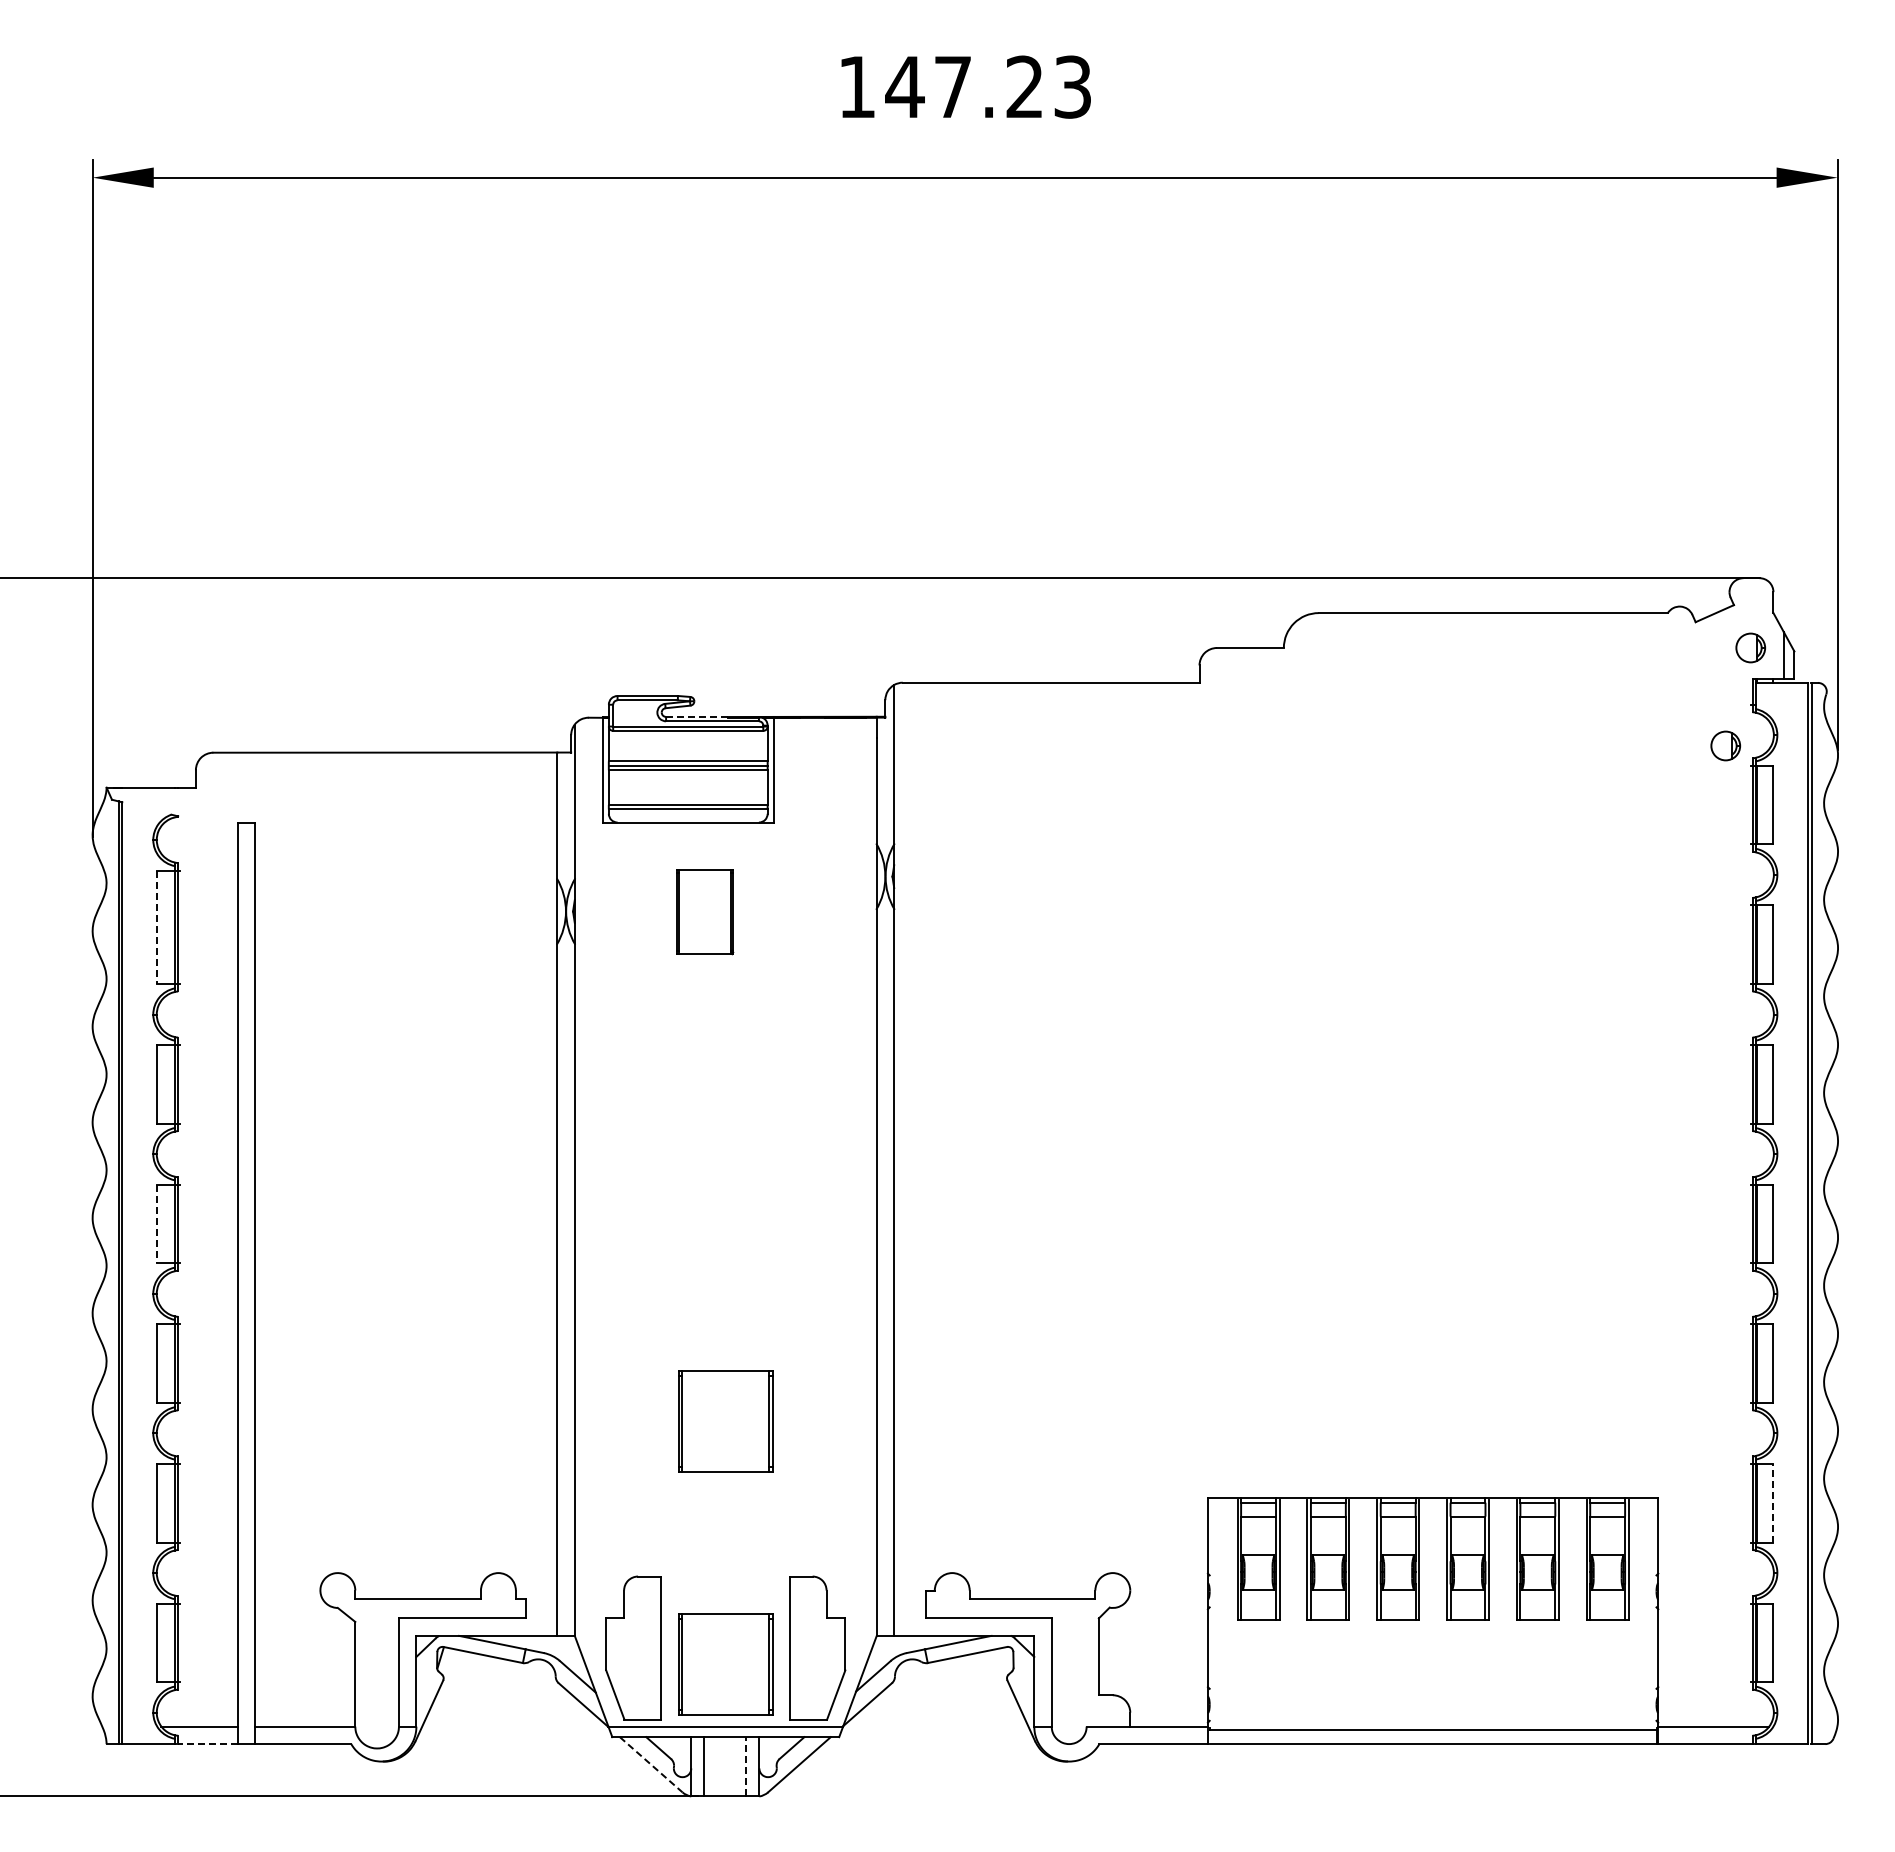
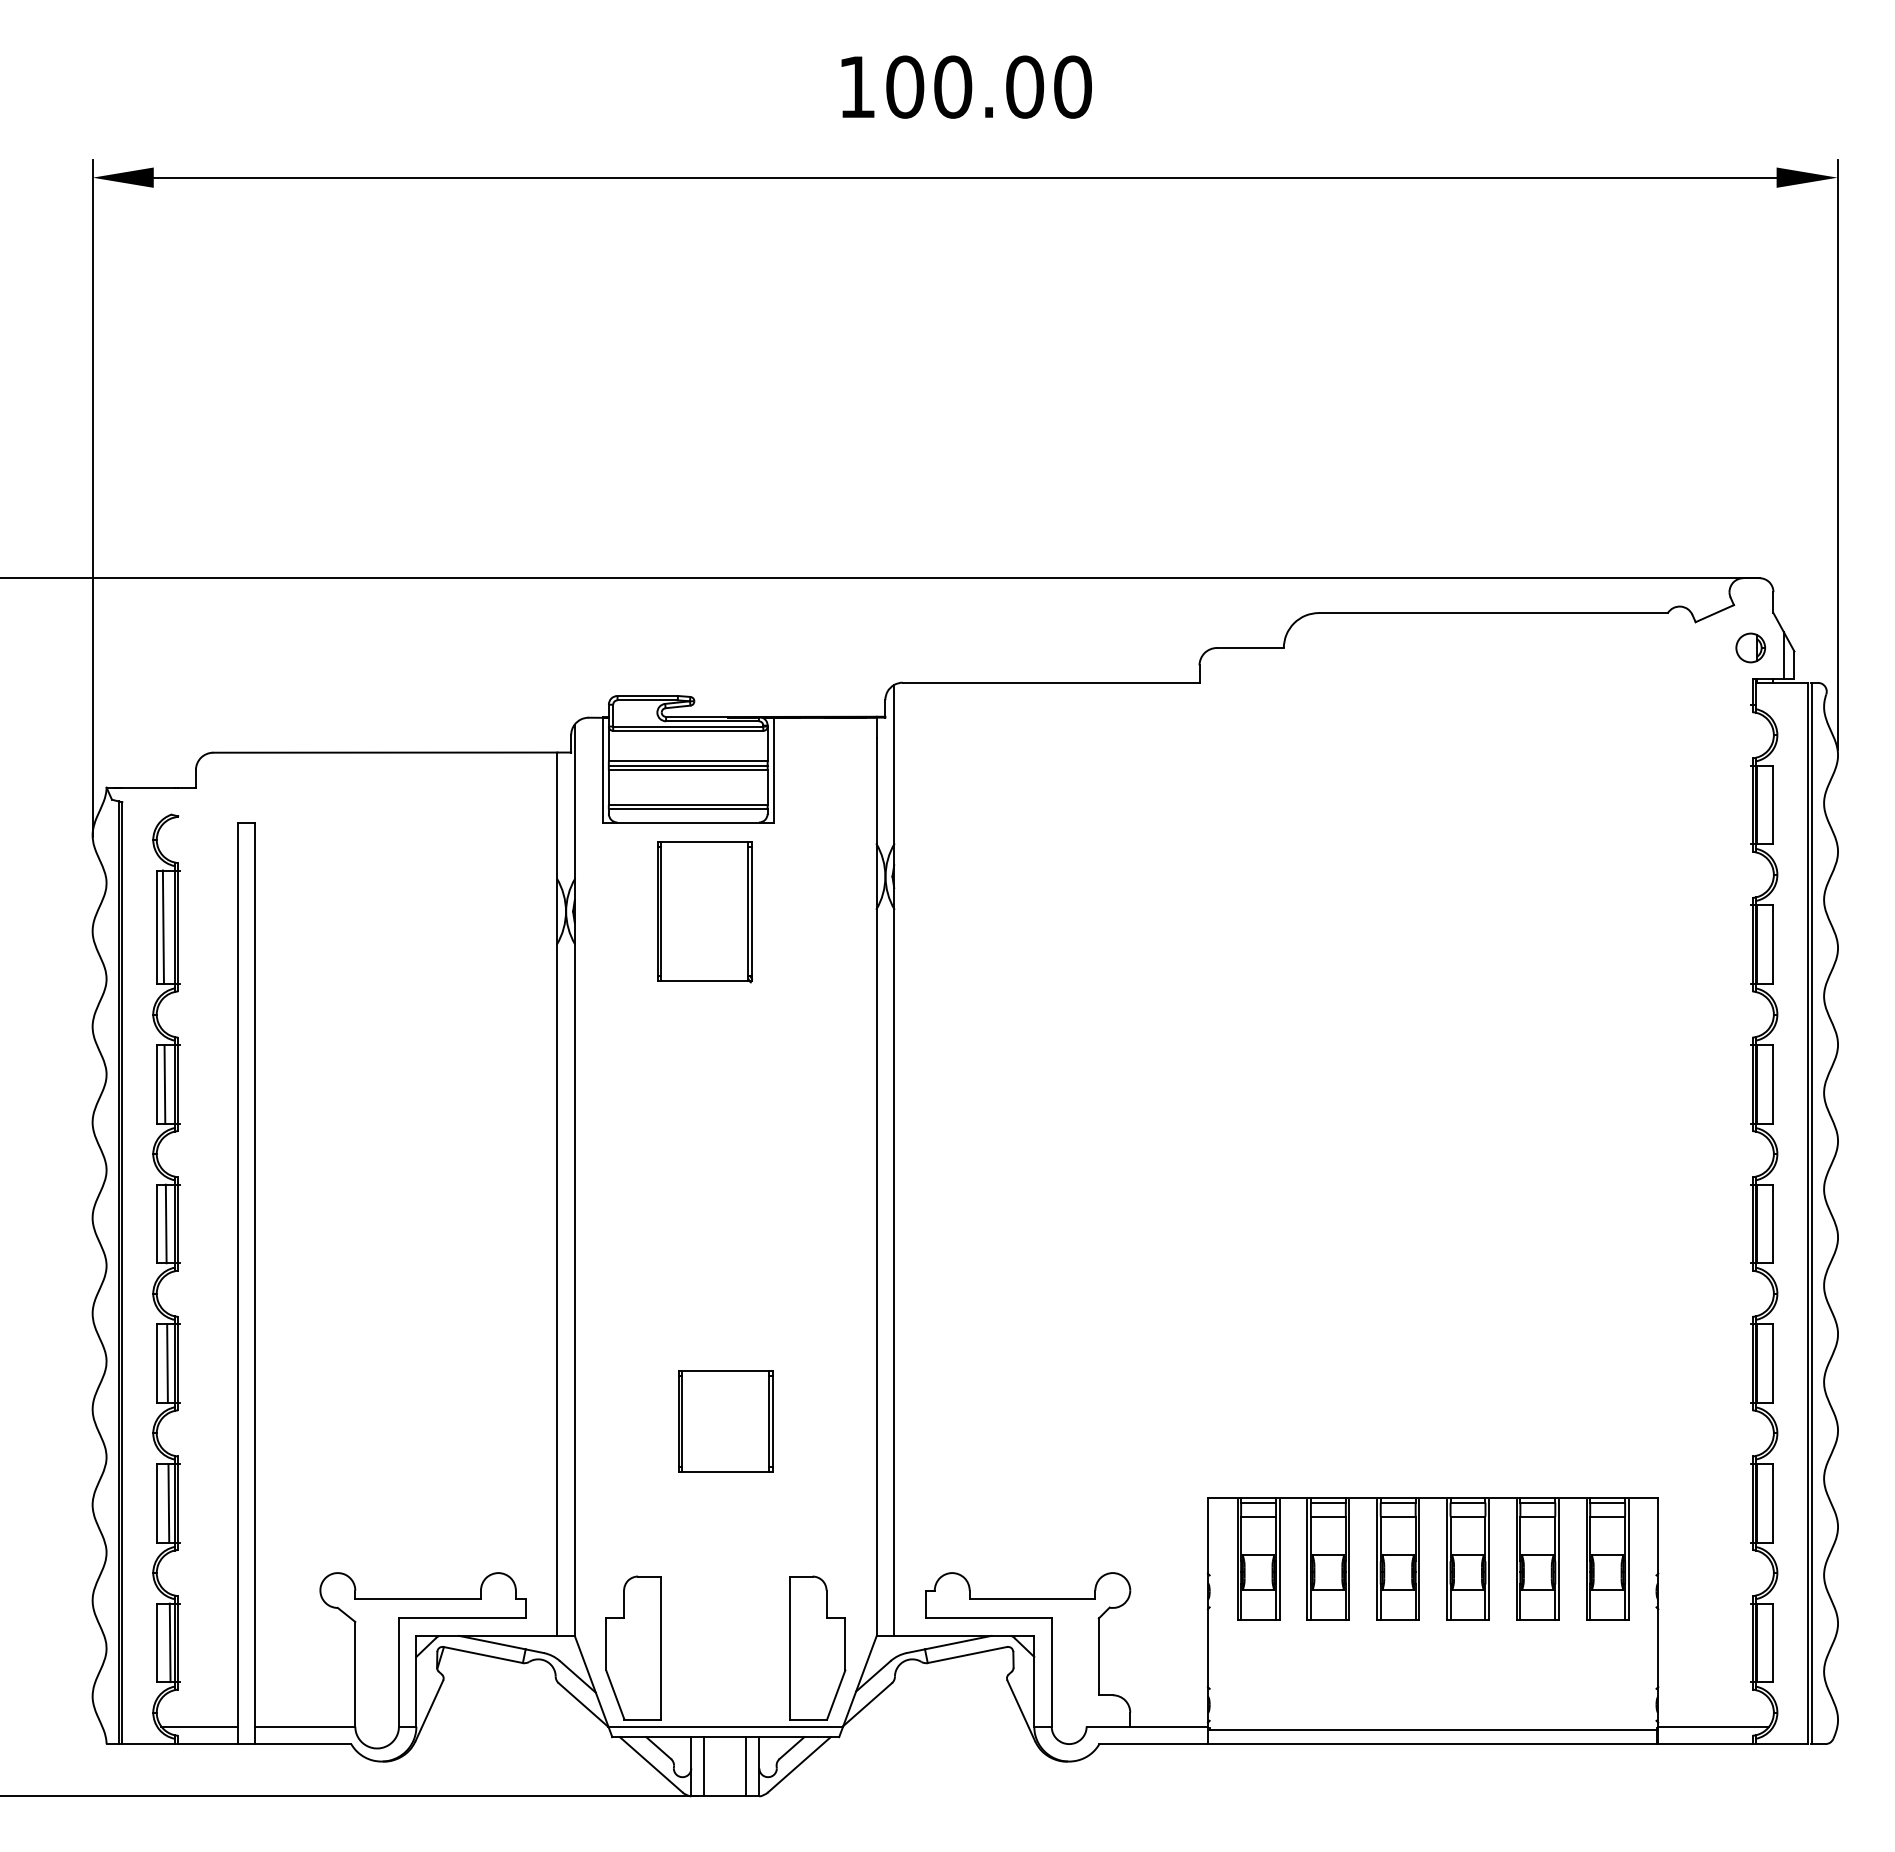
text at (988, 86): 147.23 -> 100.00
line at (696, 716): dashed -> solid
part at (1725, 745): present -> none
part at (705, 912) size: 59x87 px -> 96x143 px
line at (162, 926): none -> present
line at (157, 927): dashed -> solid
line at (164, 1084): none -> present
line at (165, 1223): none -> present
line at (157, 1224): dashed -> solid
line at (167, 1363): none -> present
line at (168, 1502): none -> present
line at (1773, 1502): dashed -> solid
line at (169, 1642): none -> present
part at (725, 1664): present -> none
line at (208, 1744): dashed -> solid
line at (651, 1764): dashed -> solid
line at (746, 1766): dashed -> solid
